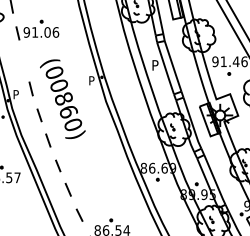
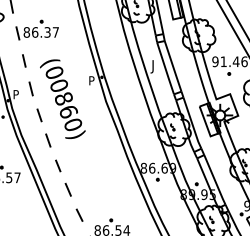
text at (41, 32): 91.06 -> 86.37
line at (24, 60): none -> present
text at (154, 66): P -> J
